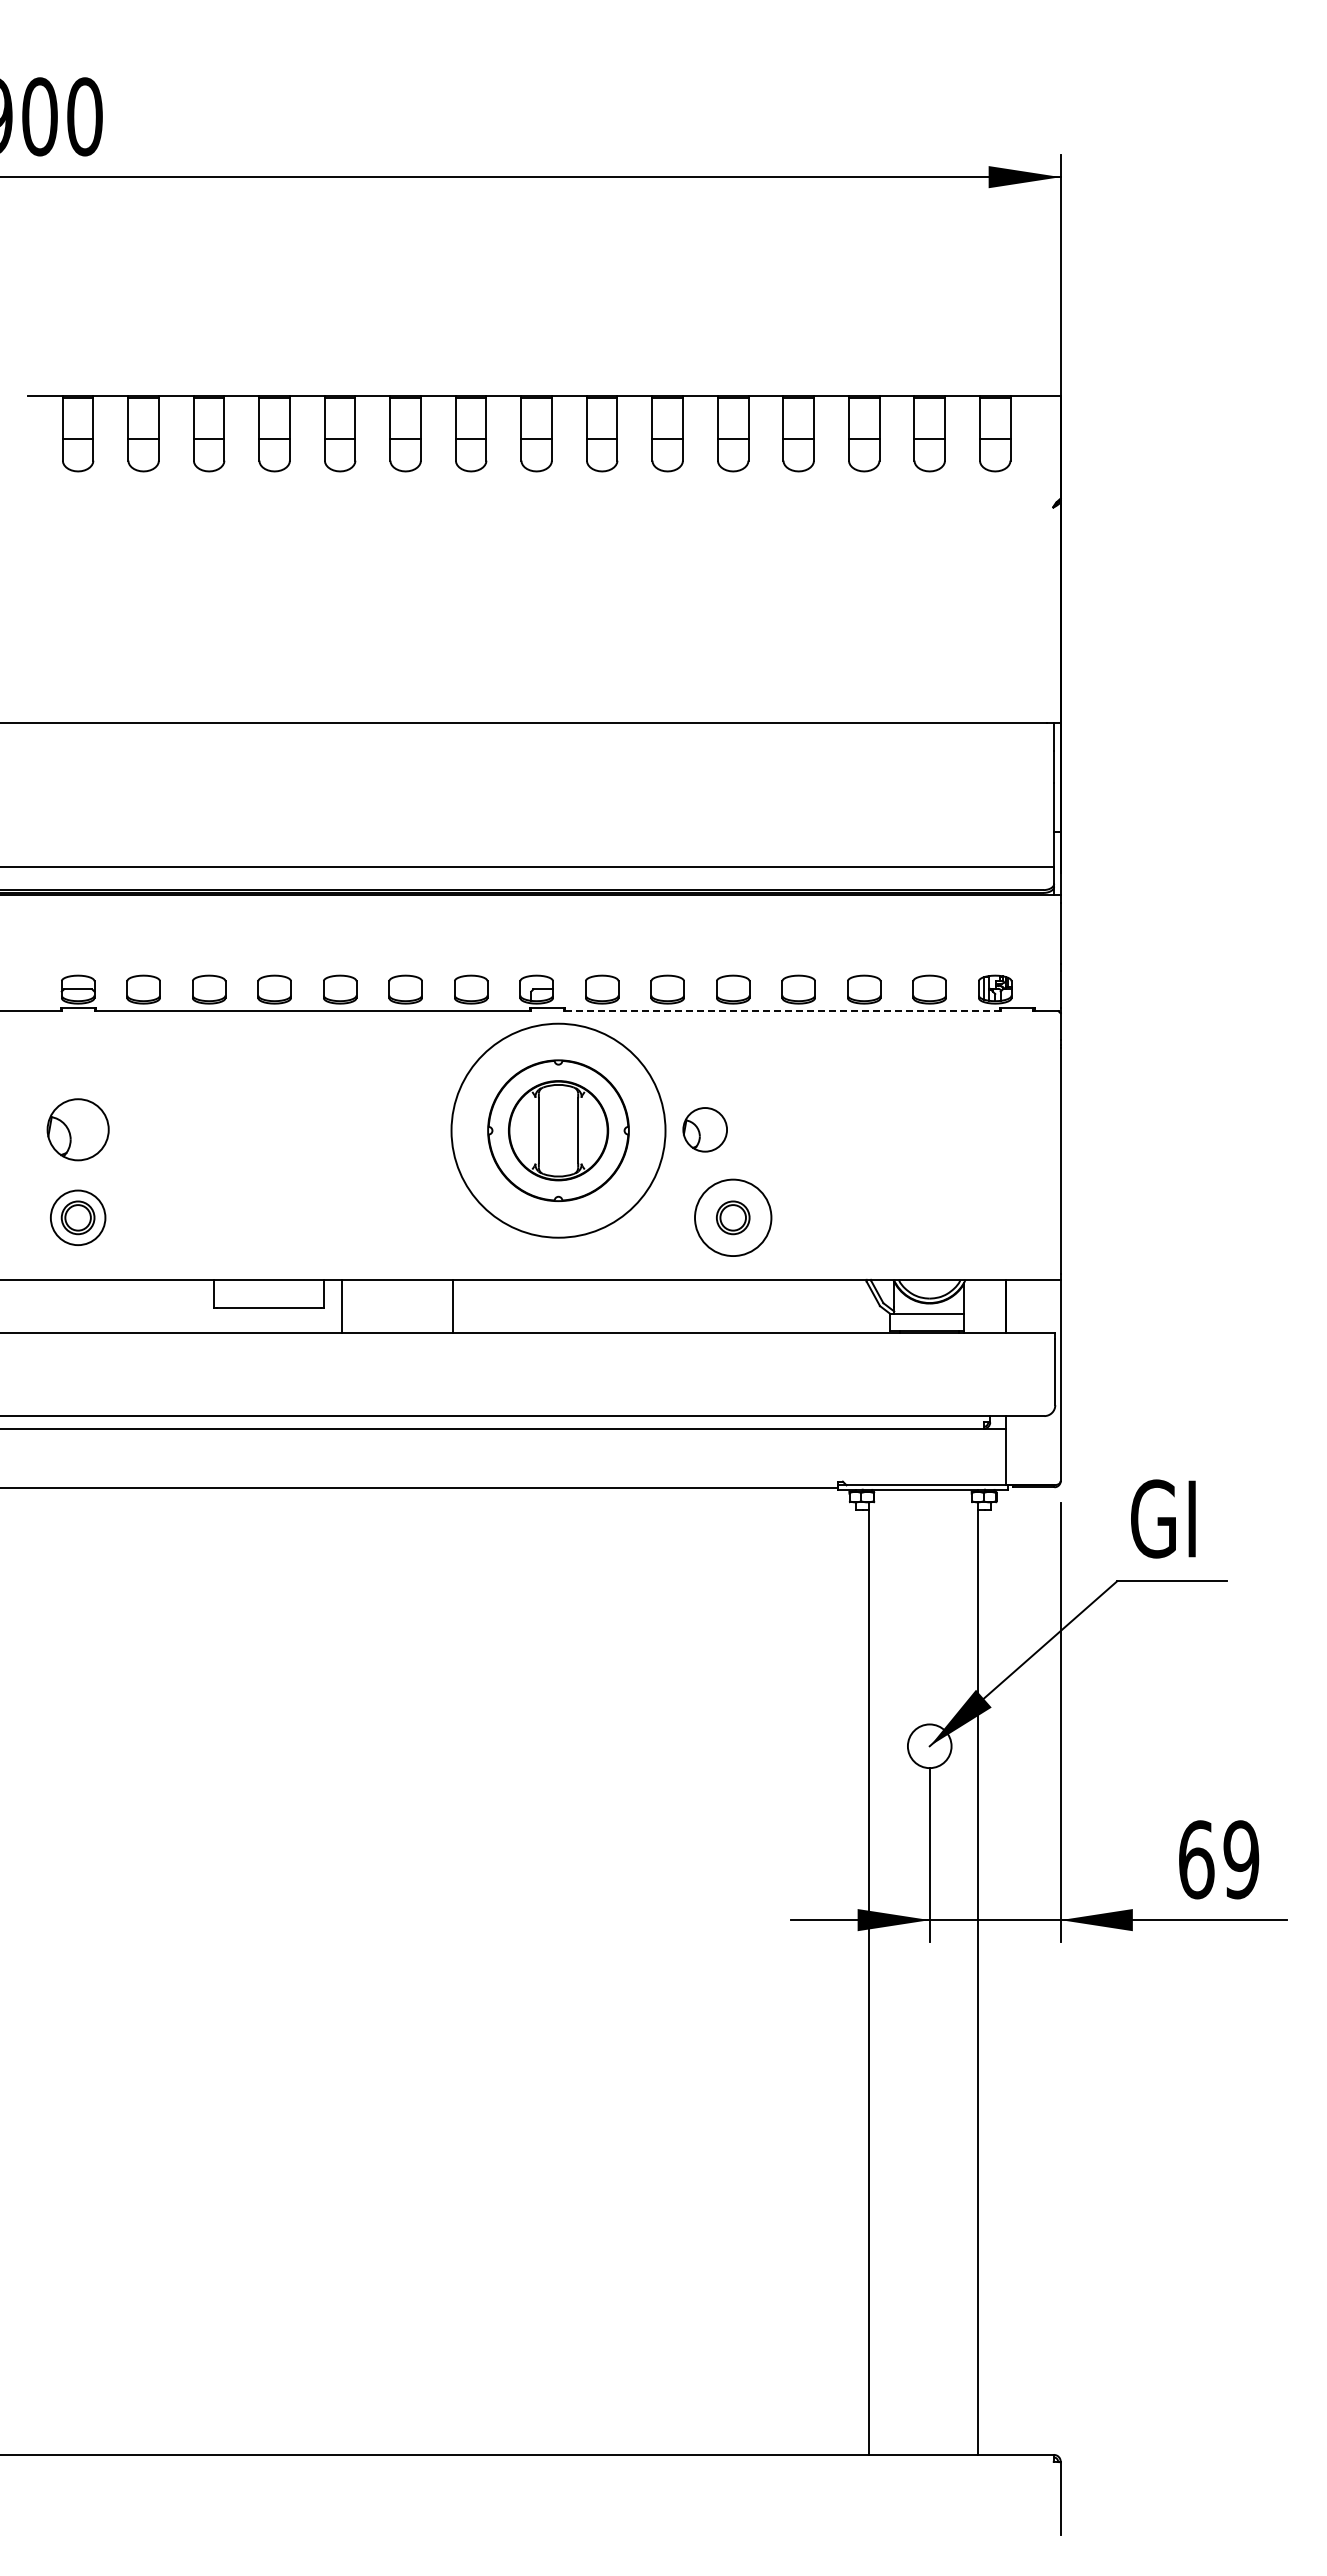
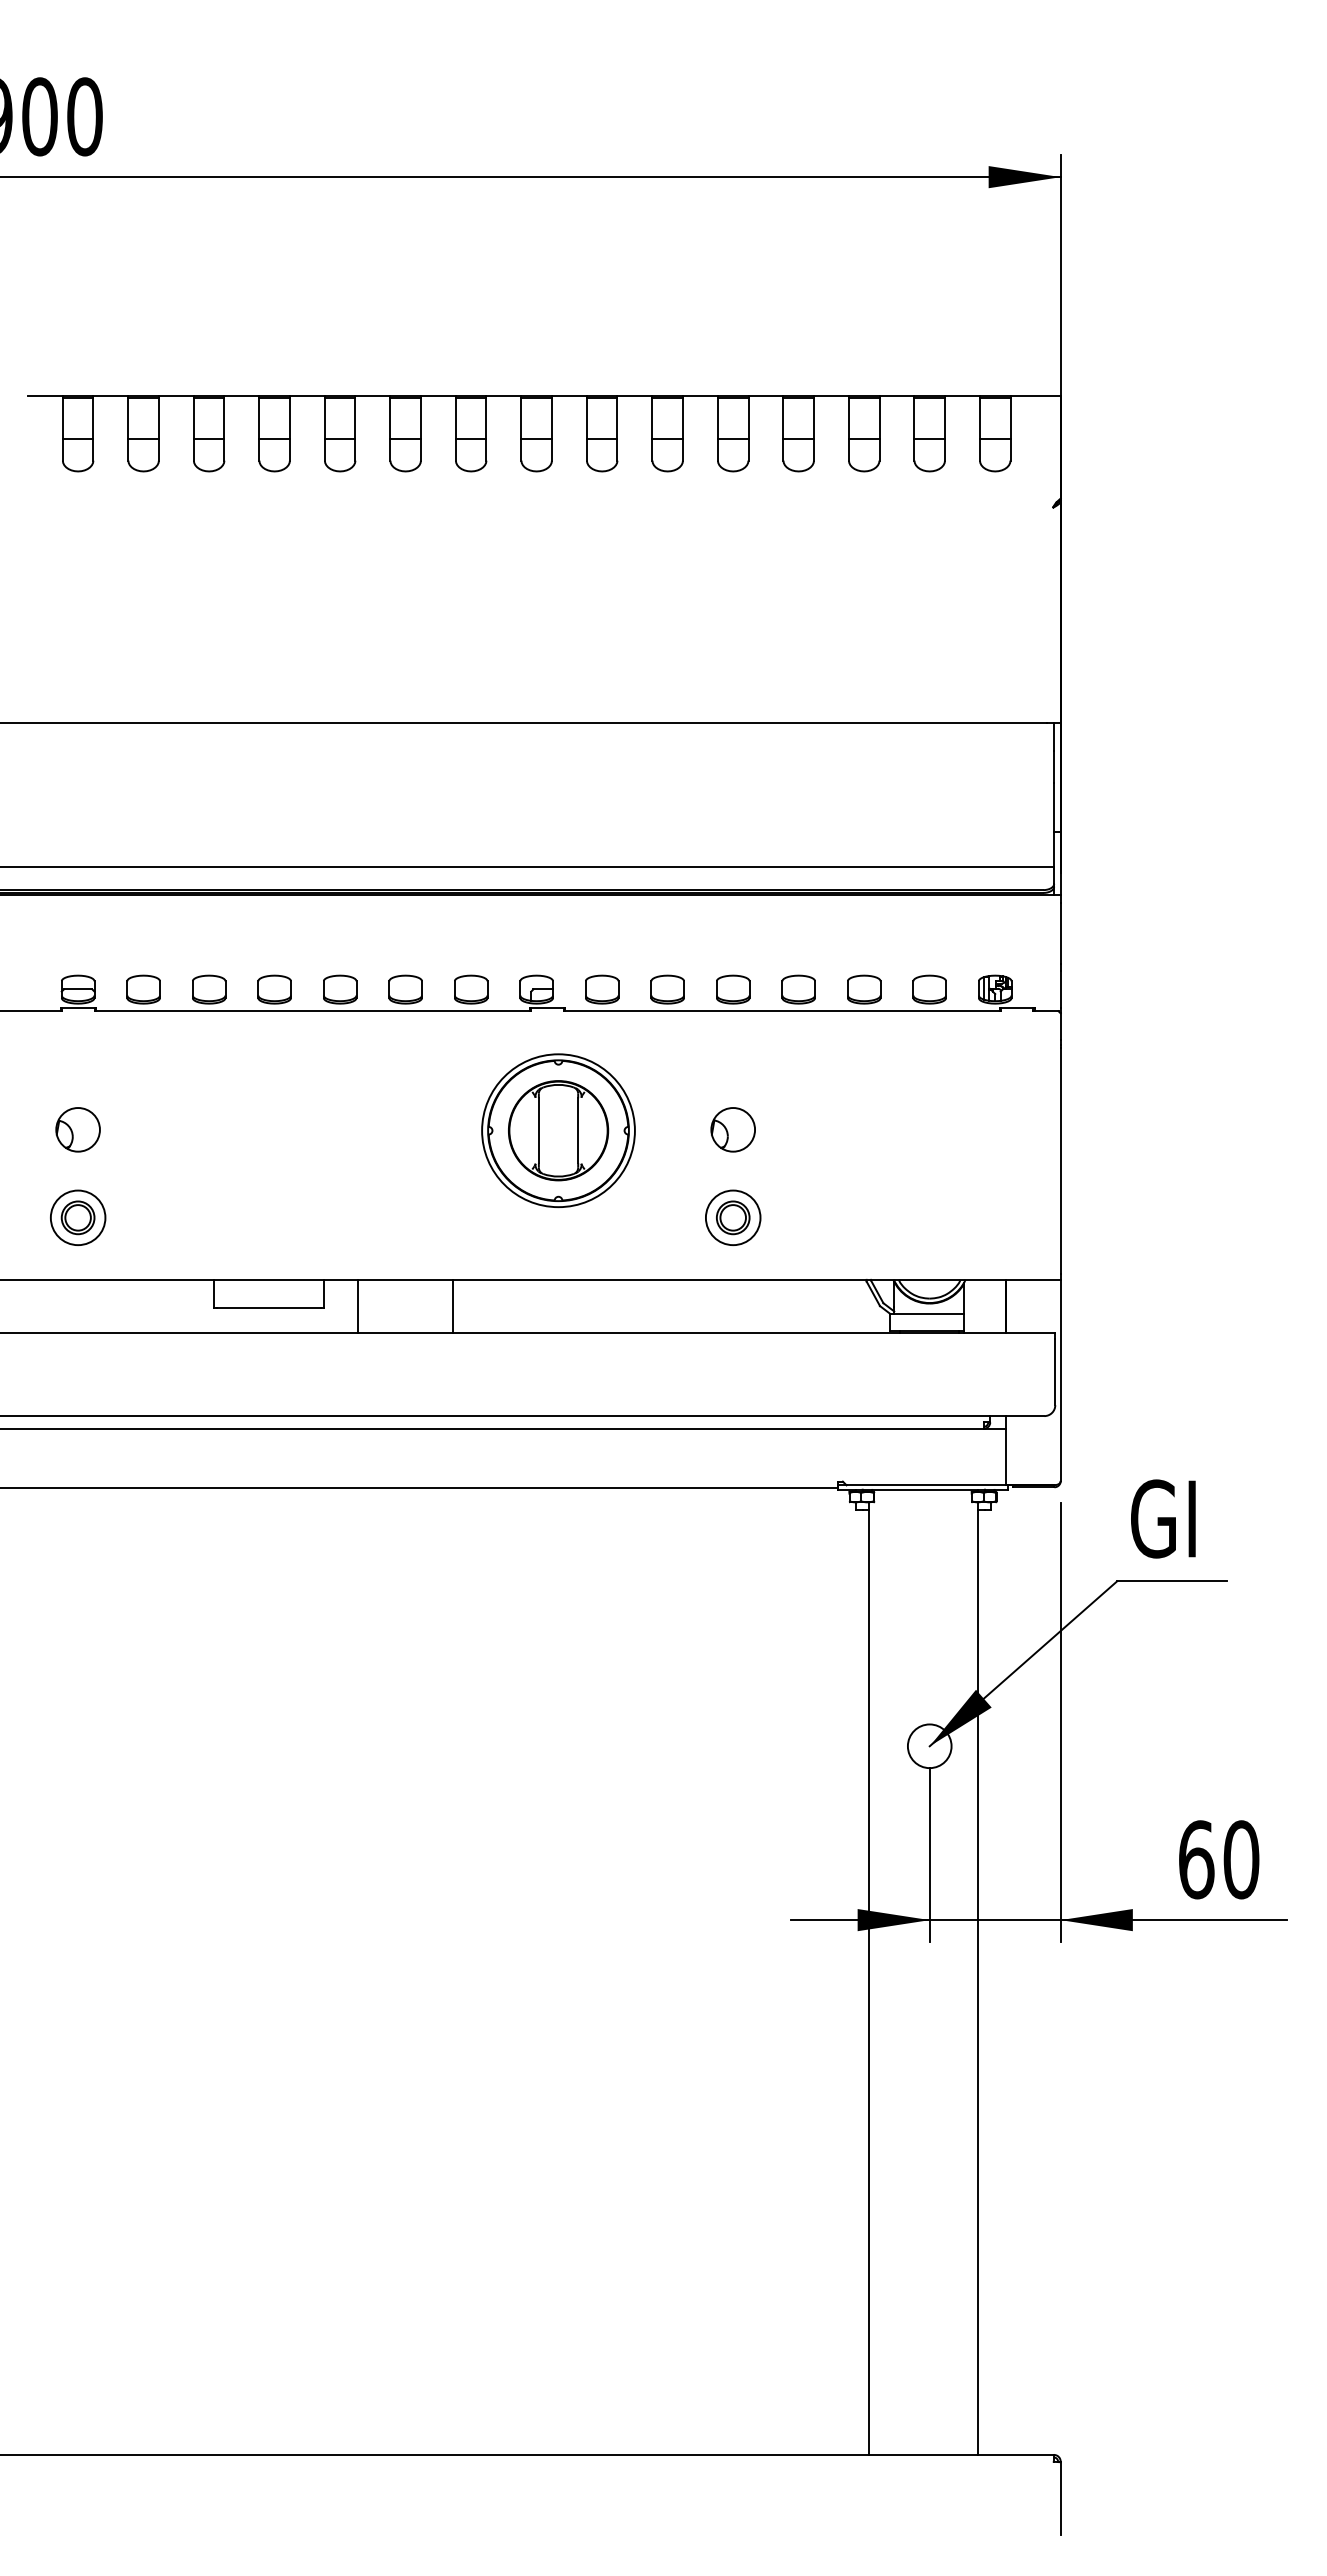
line at (781, 1011): dashed -> solid
part at (77, 1129) size: 64x64 px -> 46x46 px
part at (704, 1129) position: (704, 1129) -> (732, 1129)
circle at (558, 1130) diameter: 214 px -> 153 px
circle at (733, 1217) diameter: 76 px -> 55 px
line at (342, 1306) position: (342, 1306) -> (358, 1306)
text at (1241, 1859): 69 -> 60
